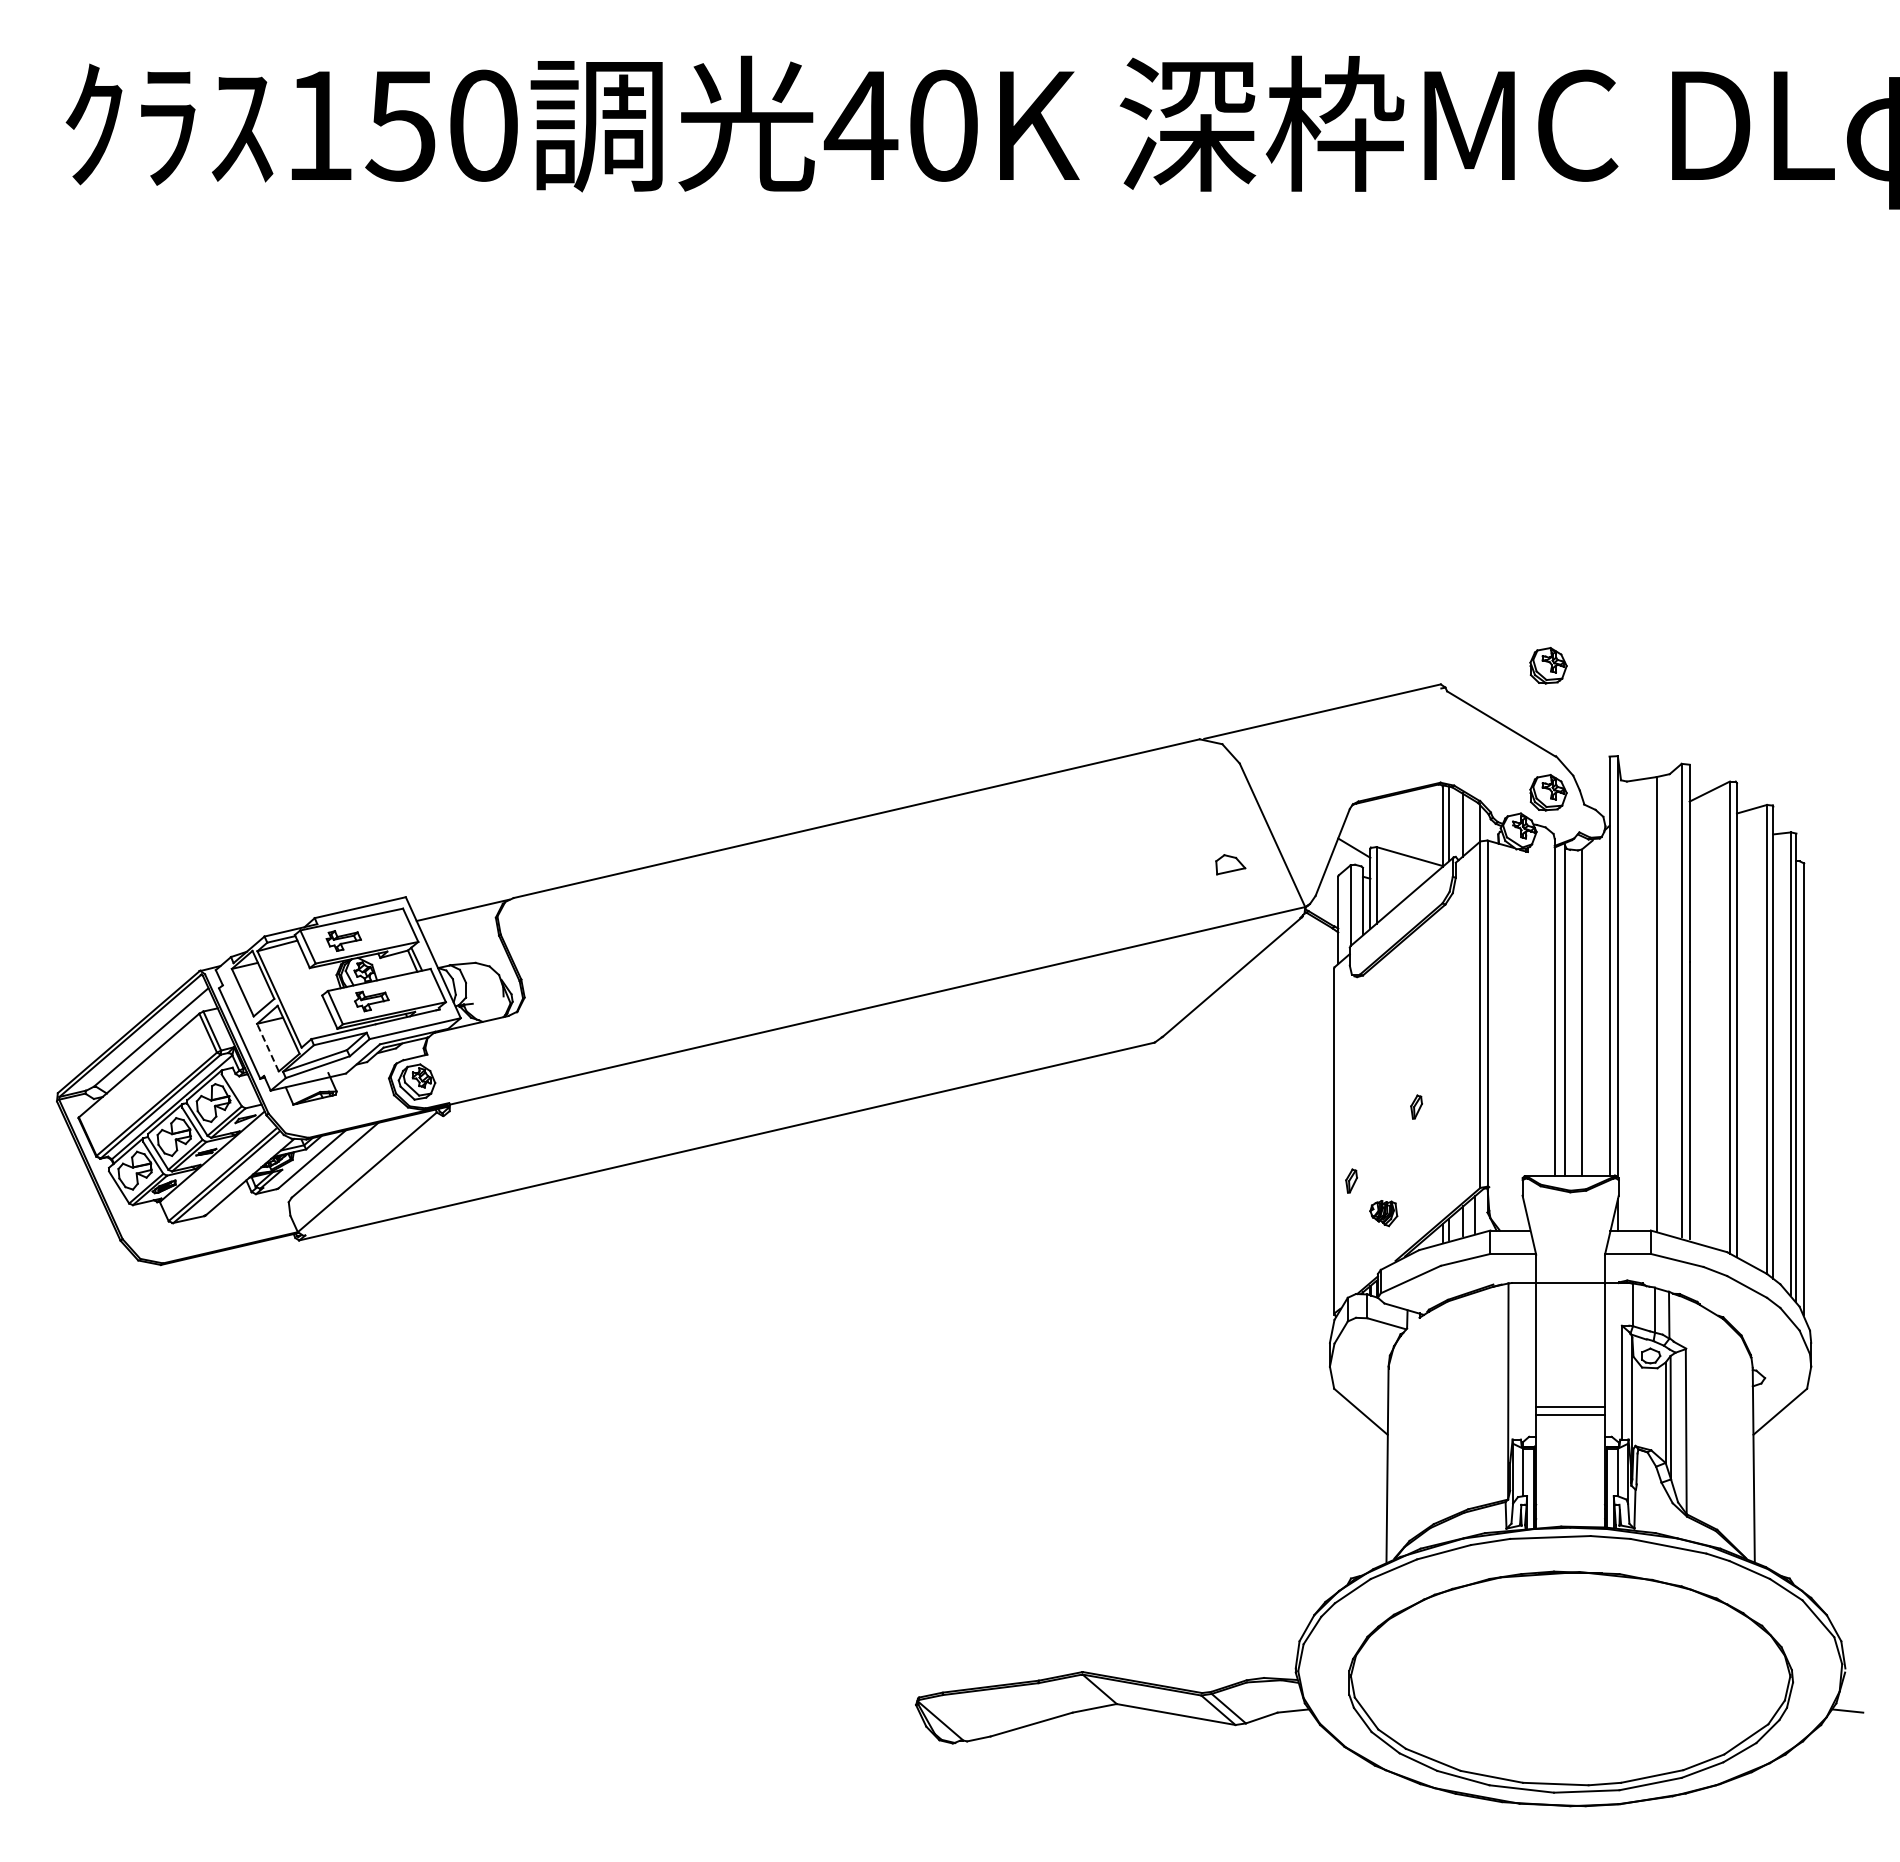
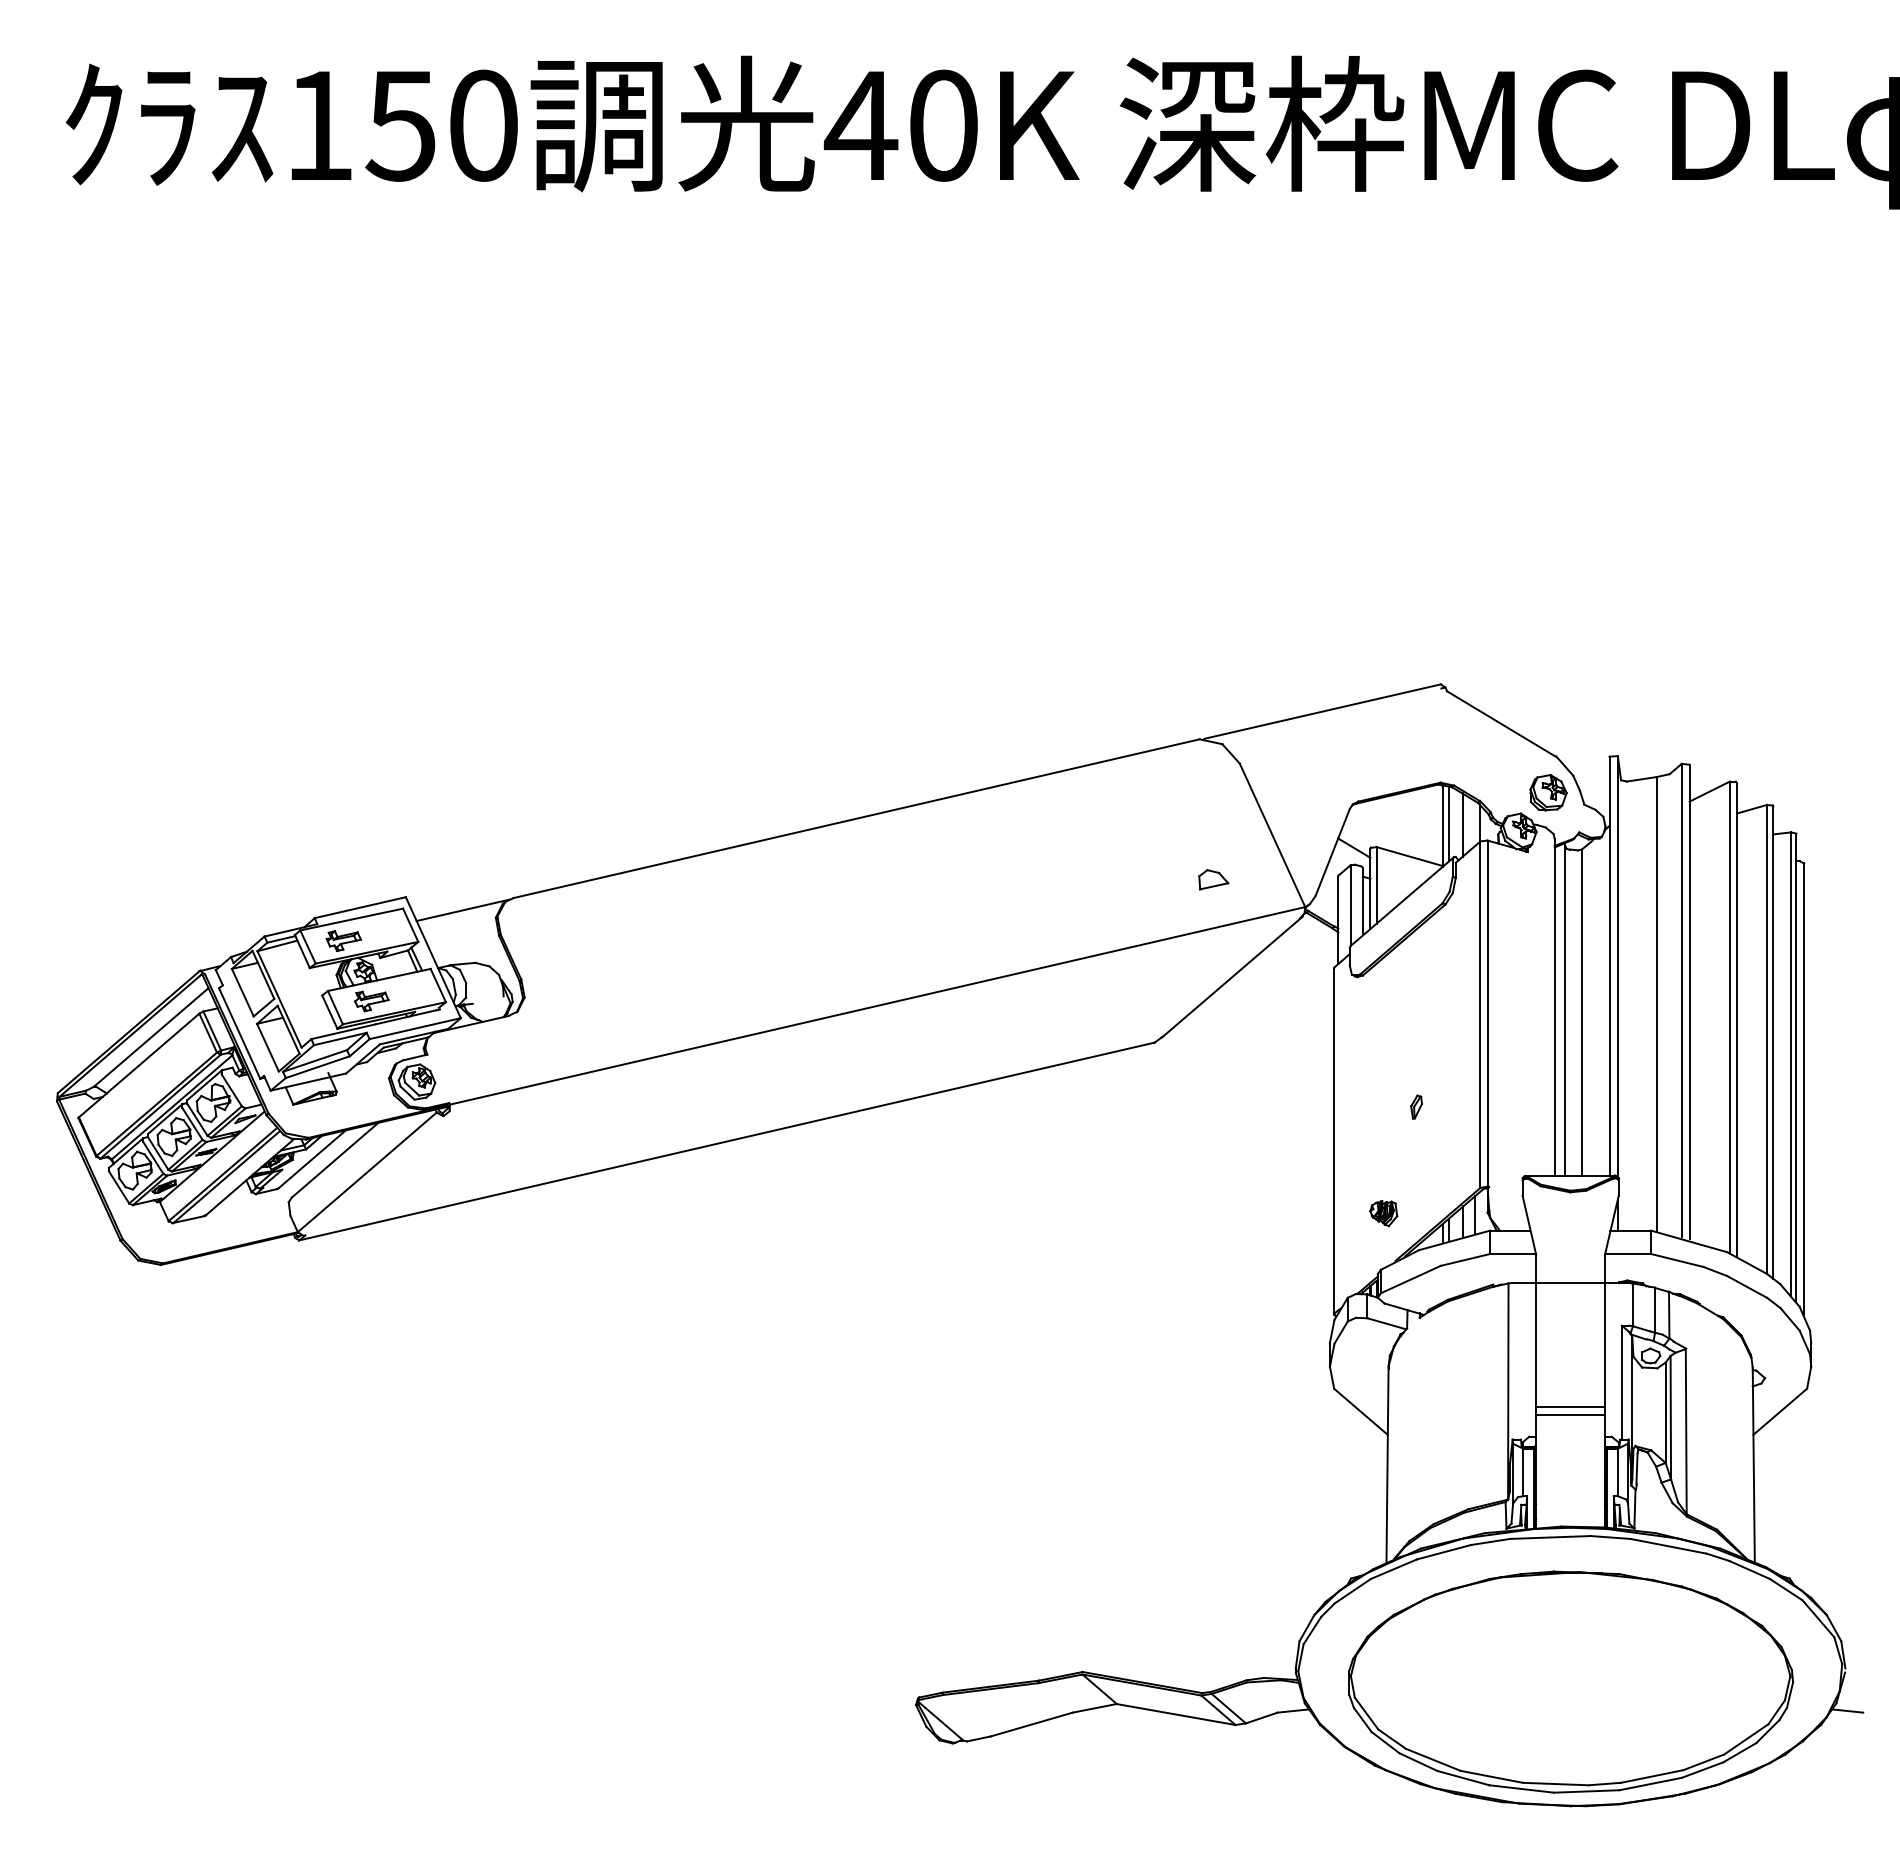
part at (1548, 665): present -> none
part at (1230, 864) position: (1230, 864) -> (1213, 879)
line at (267, 1047): dashed -> solid
part at (1351, 1180): present -> none
